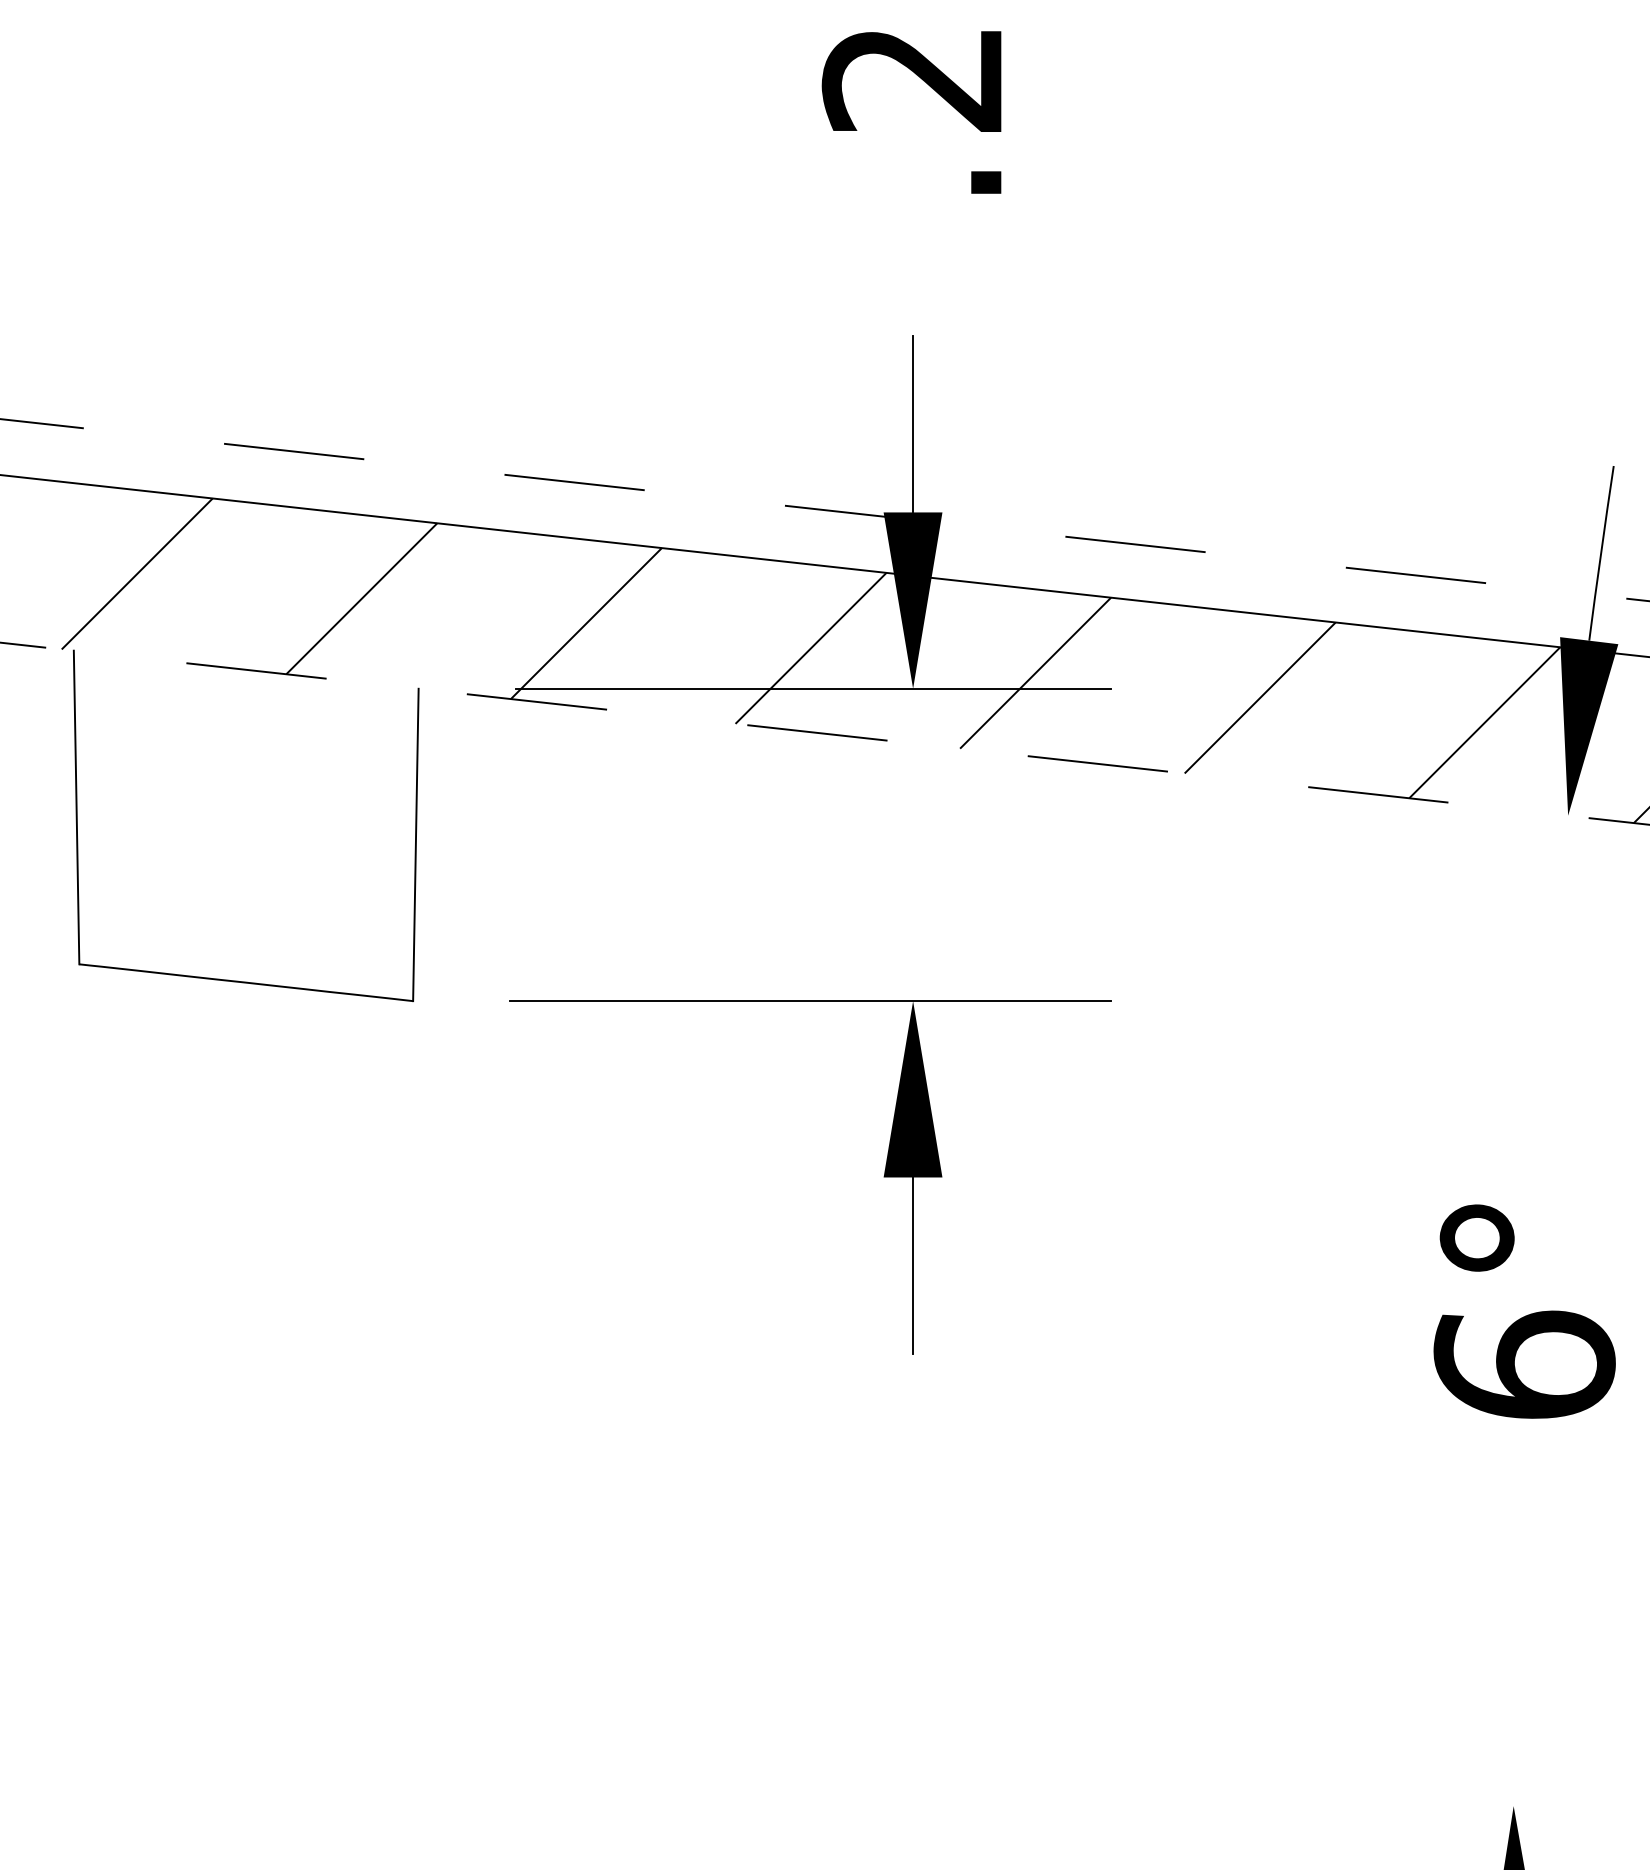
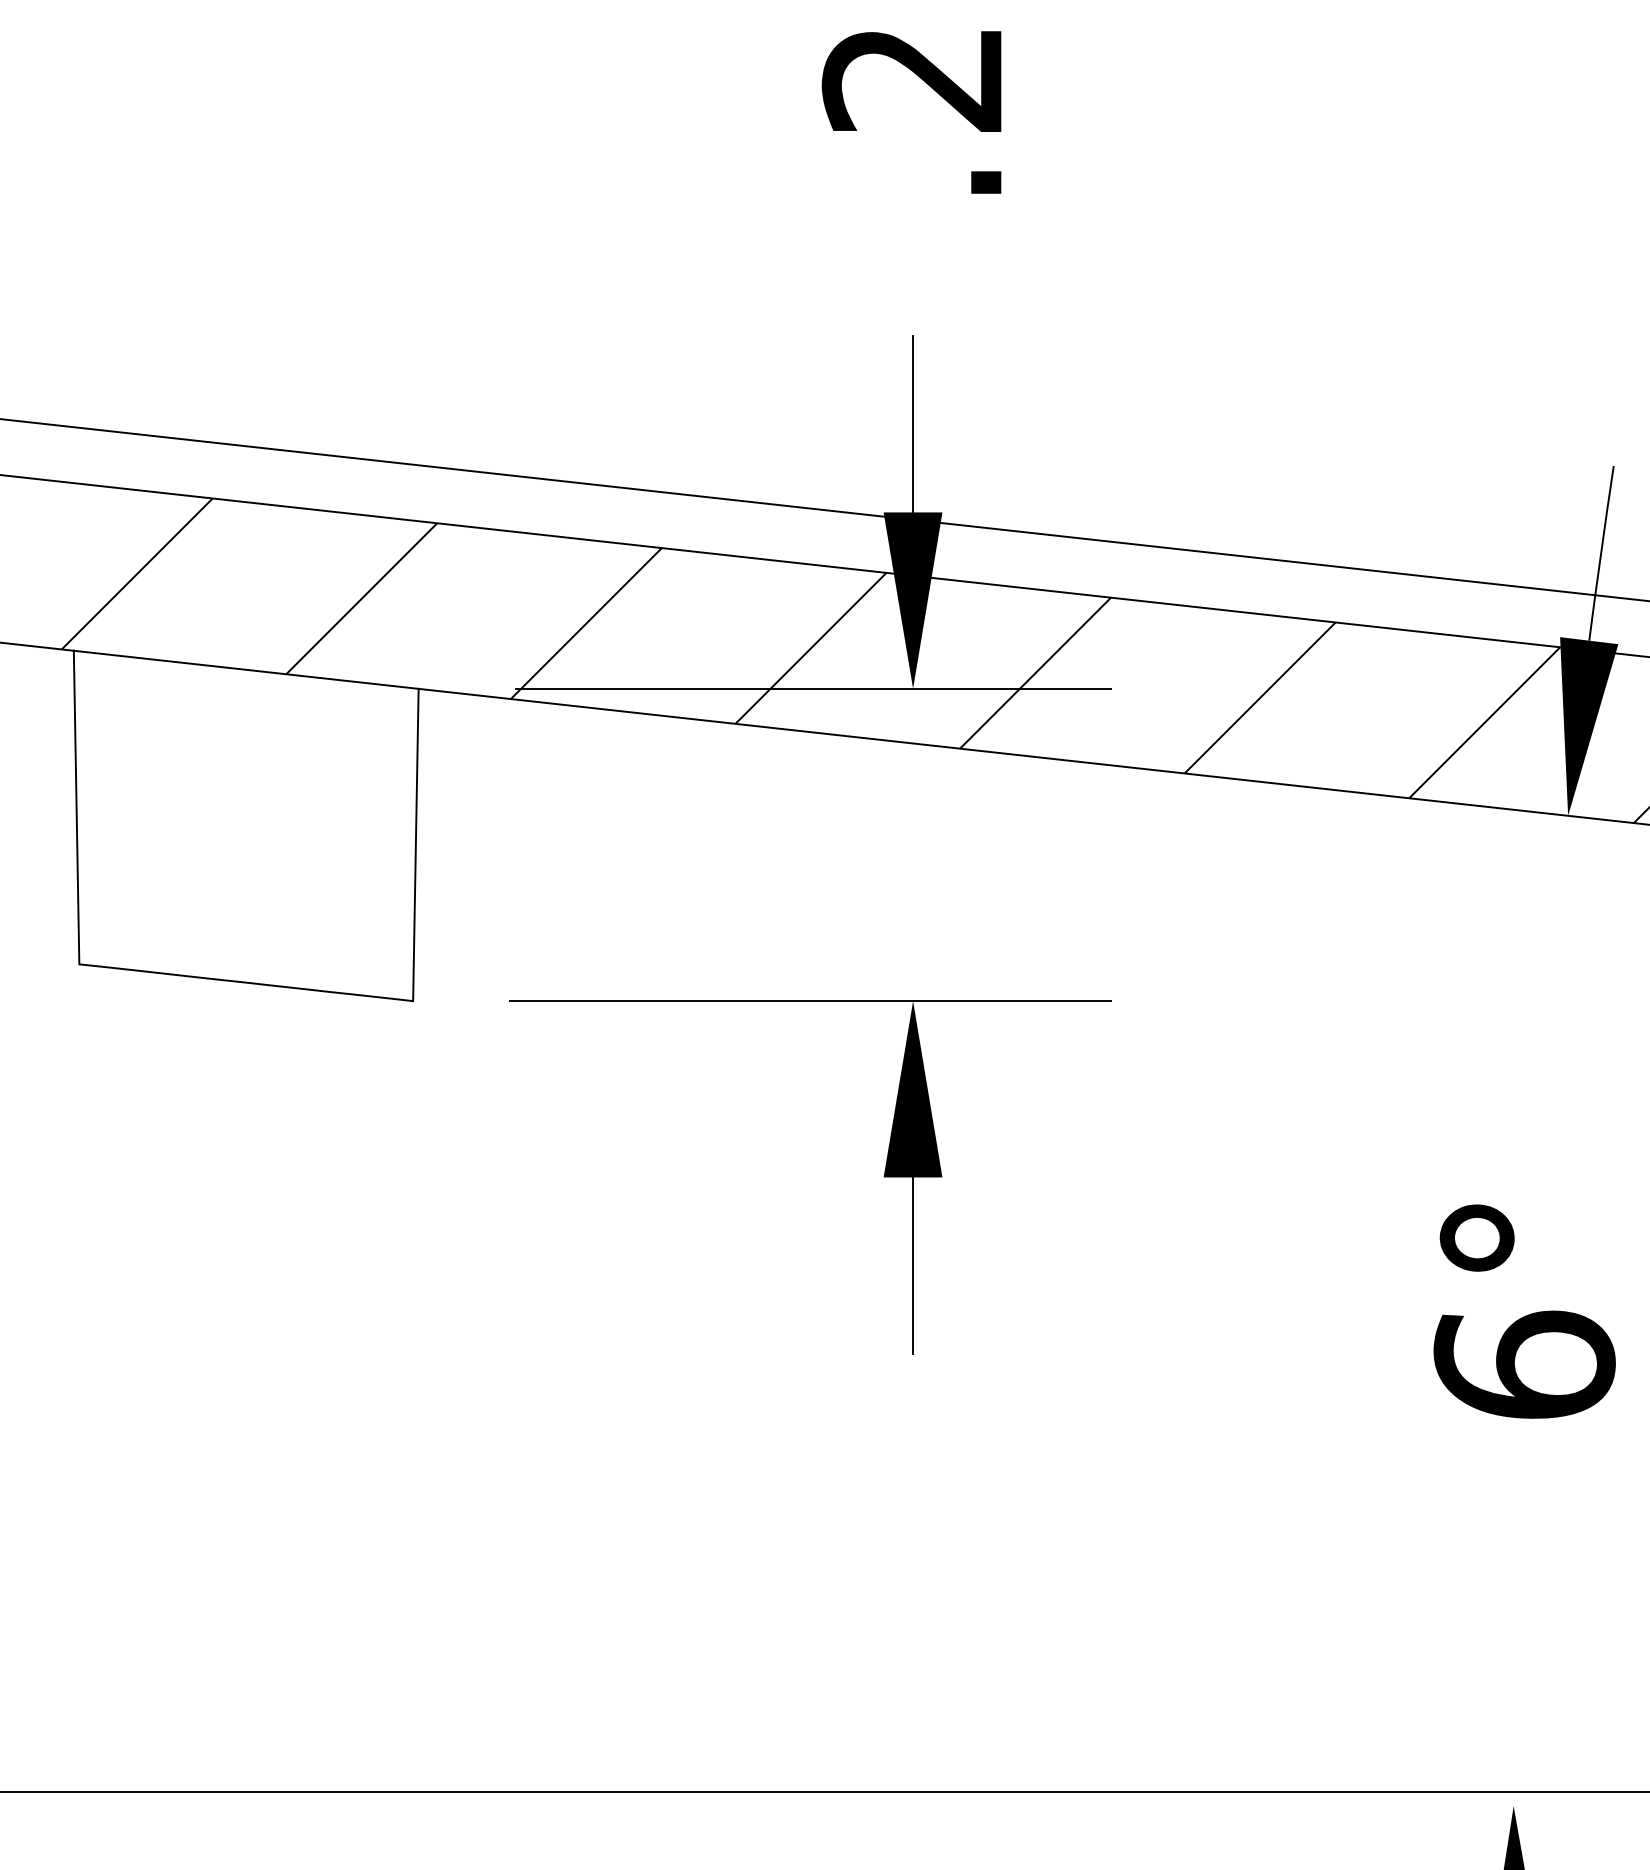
line at (824, 510): dashed -> solid
line at (825, 733): dashed -> solid
line at (824, 1792): none -> present
